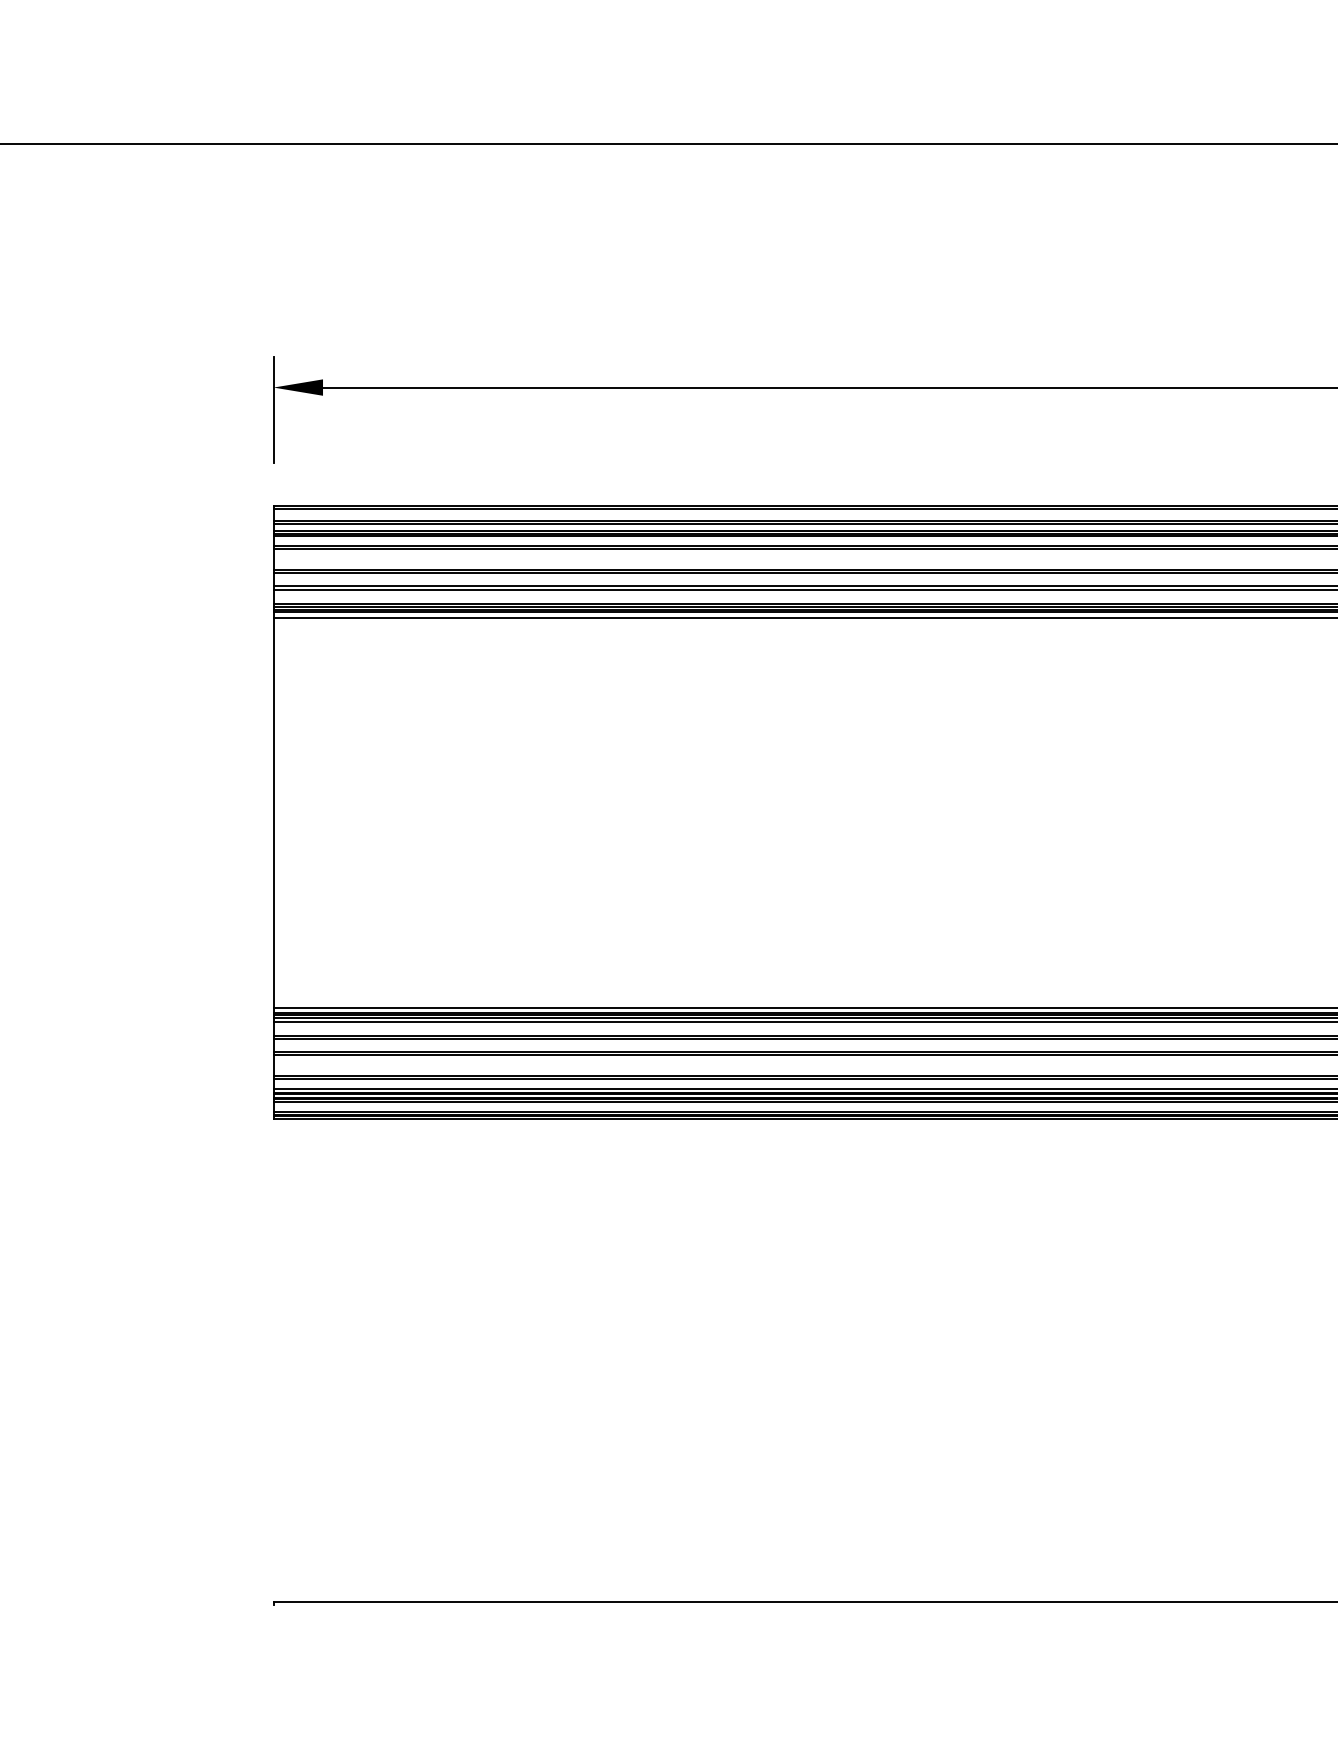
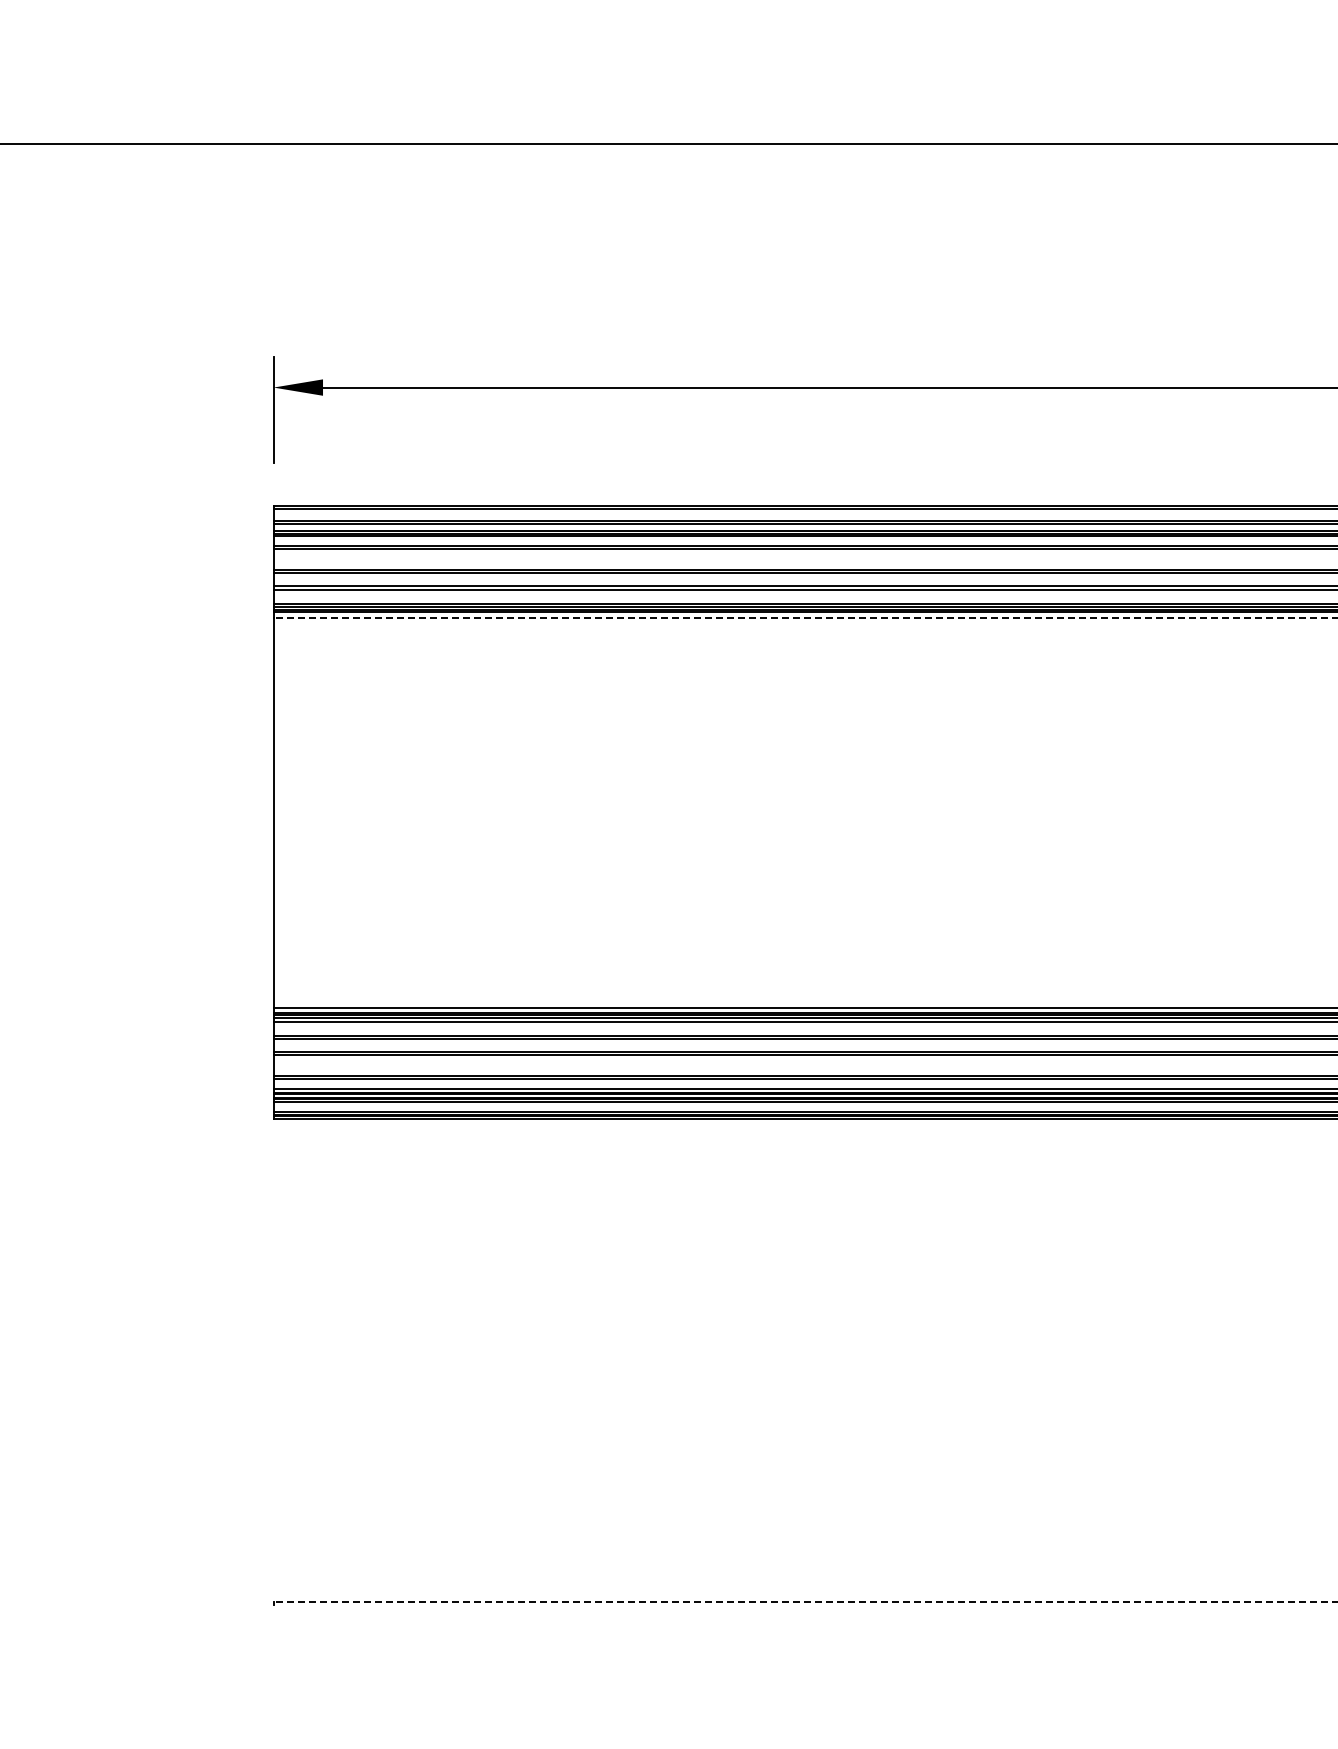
line at (805, 617): solid -> dashed
line at (805, 1602): solid -> dashed
